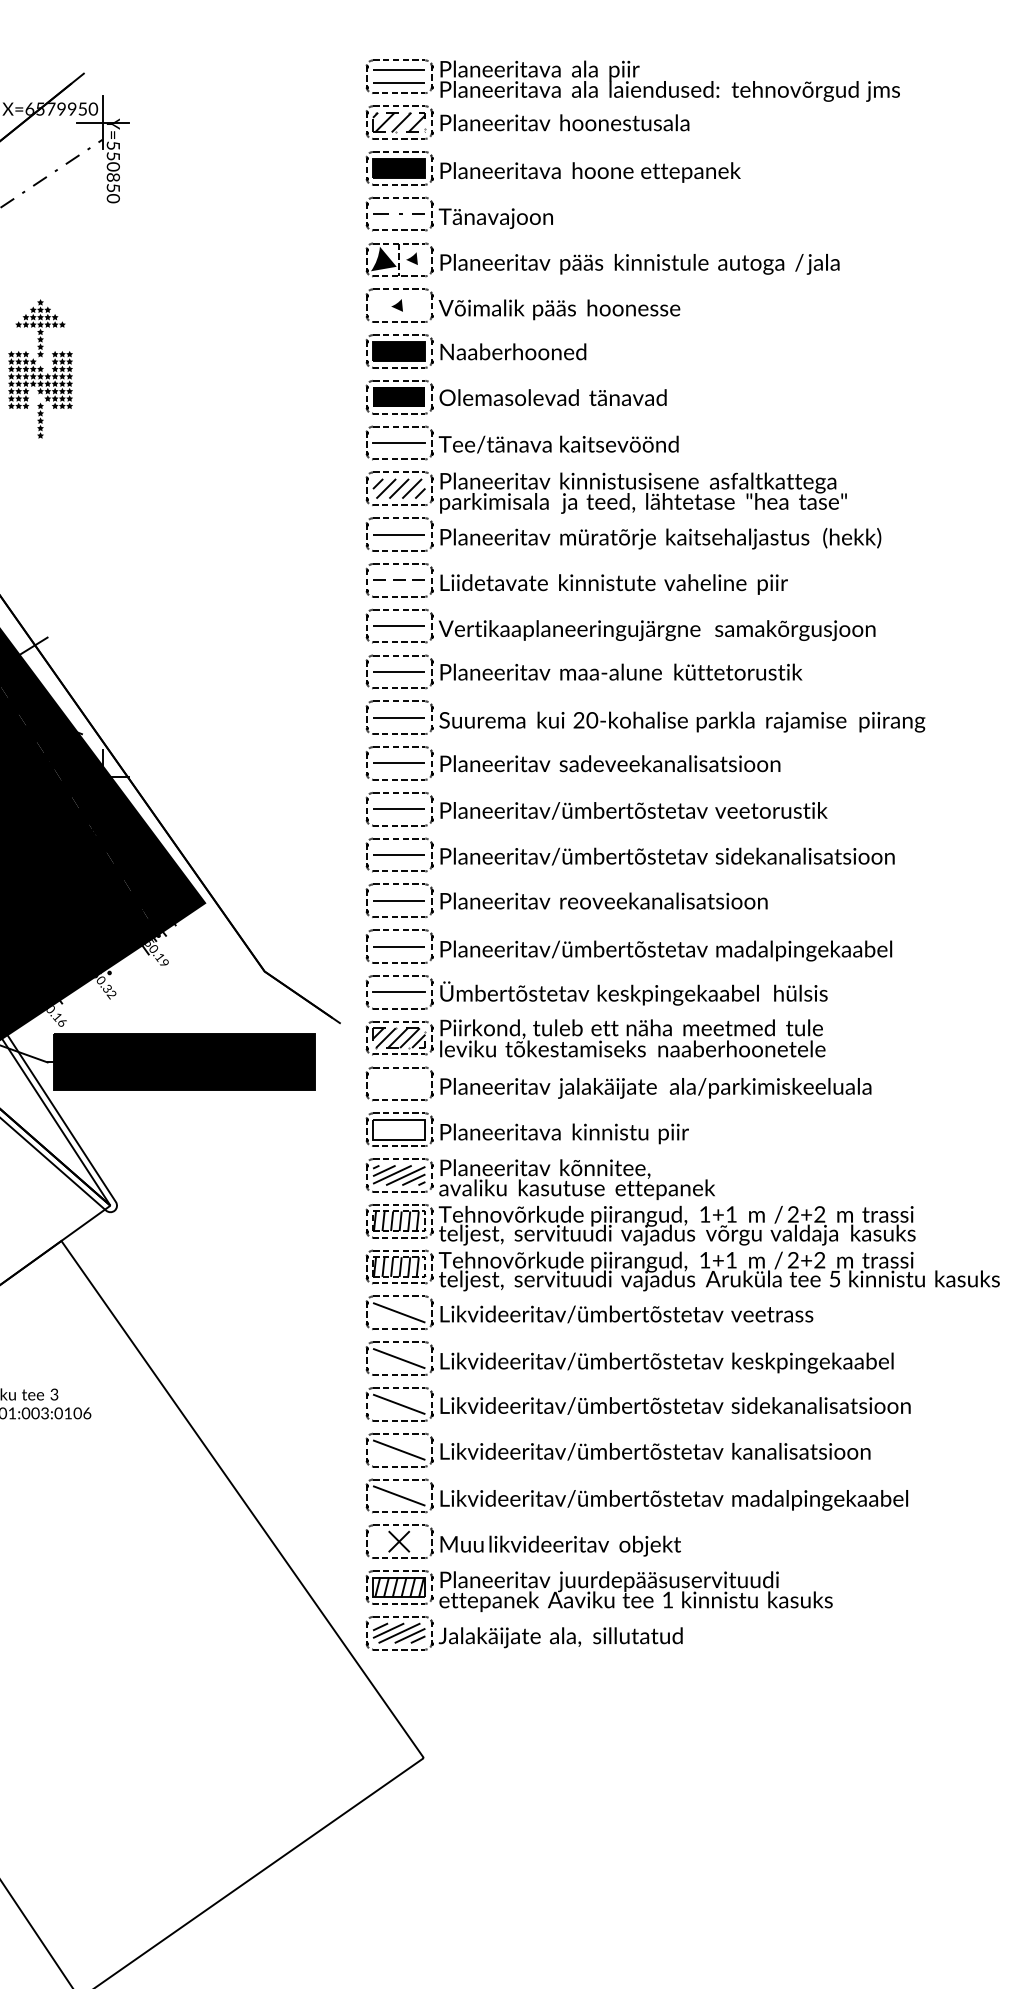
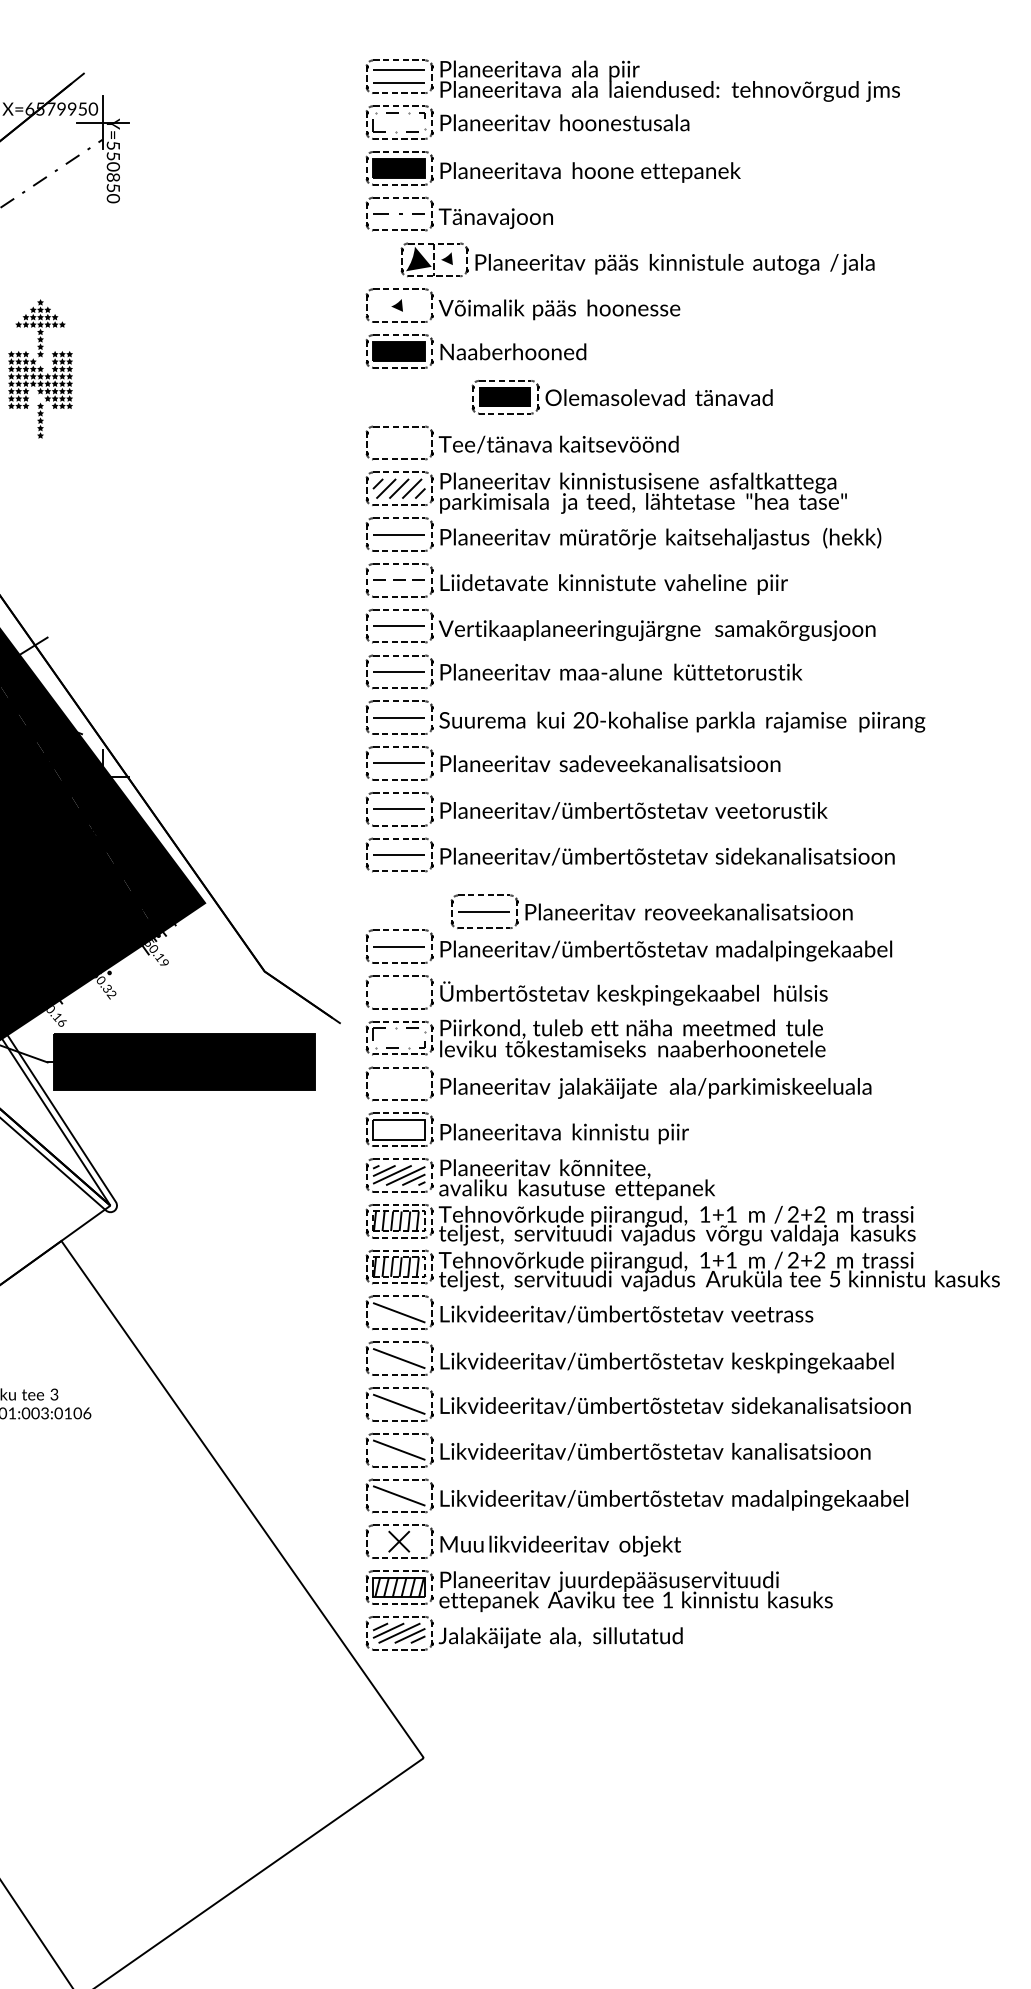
hatch at (399, 122): present -> none
part at (602, 259) position: (602, 259) -> (637, 259)
part at (515, 397) position: (515, 397) -> (621, 397)
line at (399, 443): present -> none
part at (566, 900) position: (566, 900) -> (651, 911)
line at (399, 992): present -> none
hatch at (399, 1037): present -> none
